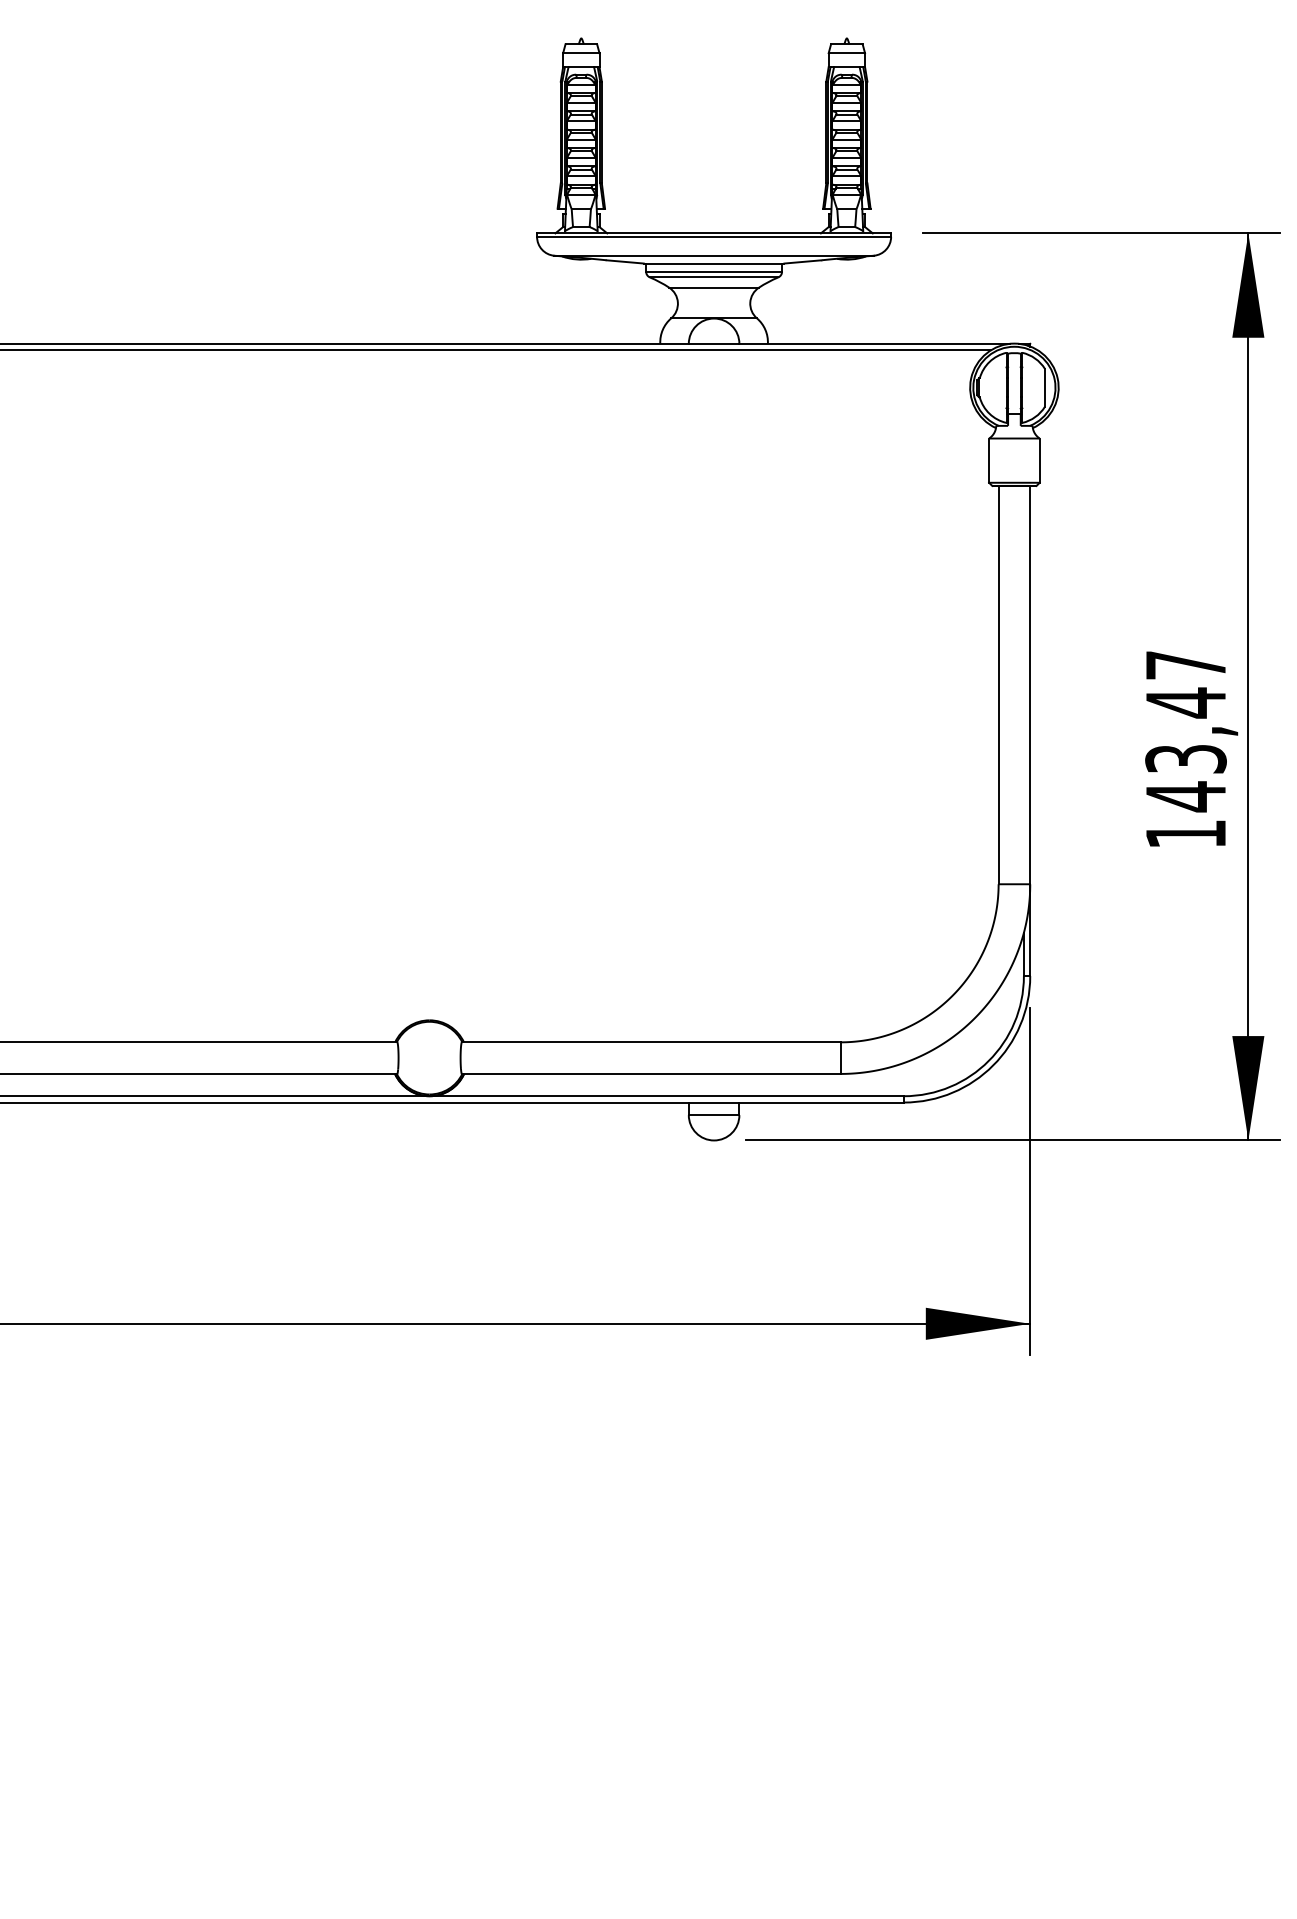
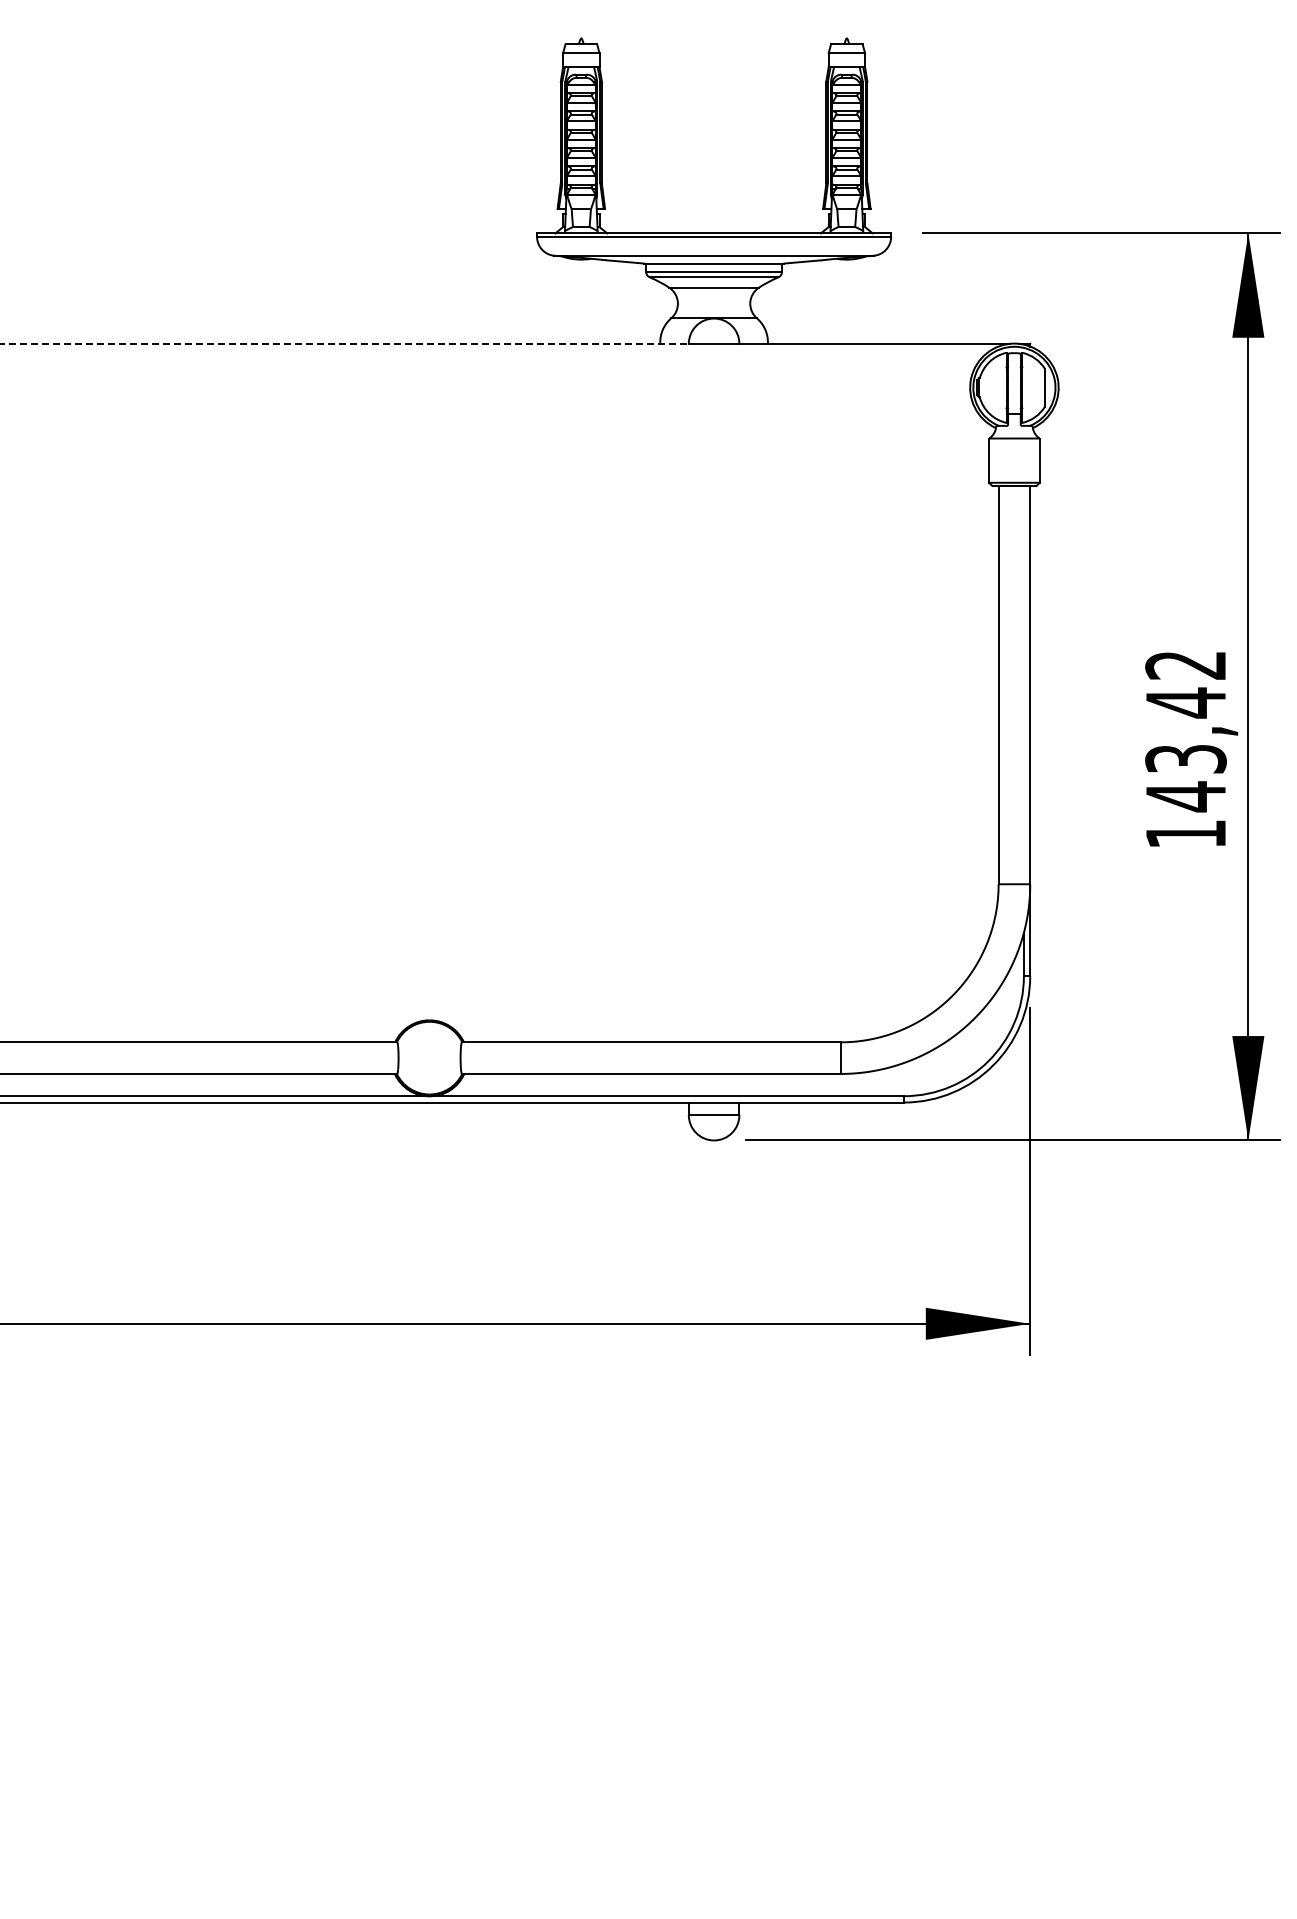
line at (344, 343): solid -> dashed
line at (496, 350): present -> none
text at (1185, 665): 143,47 -> 143,42
